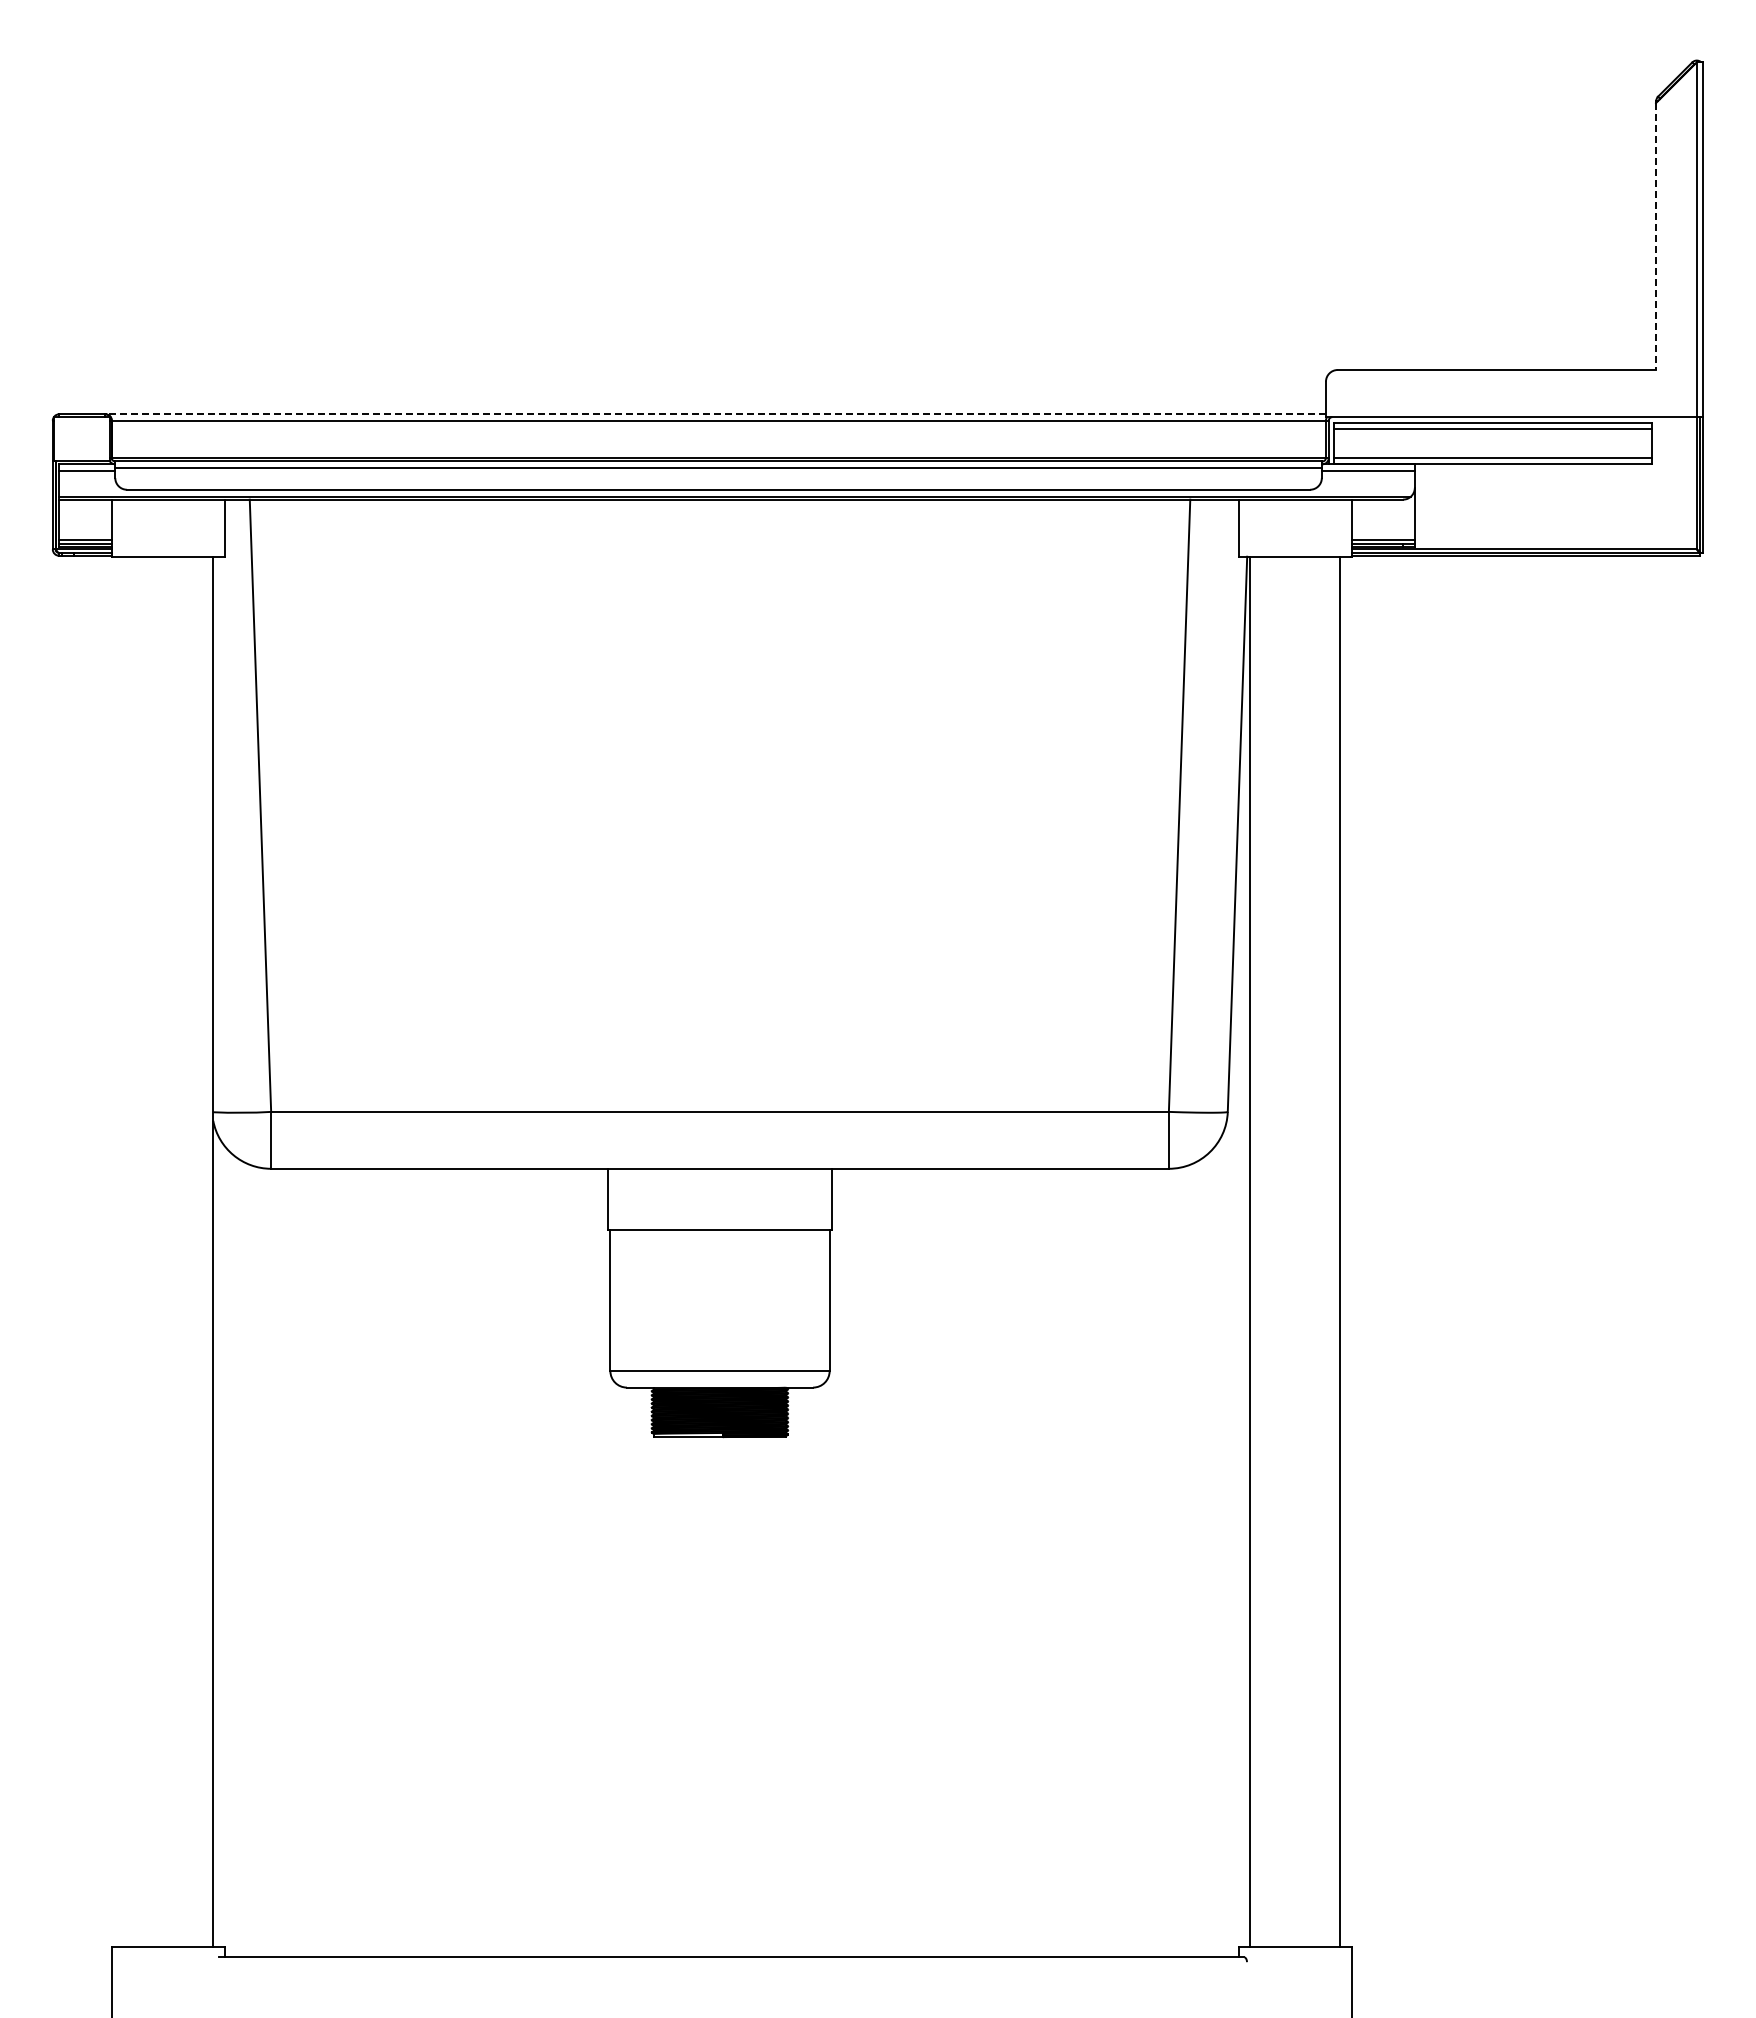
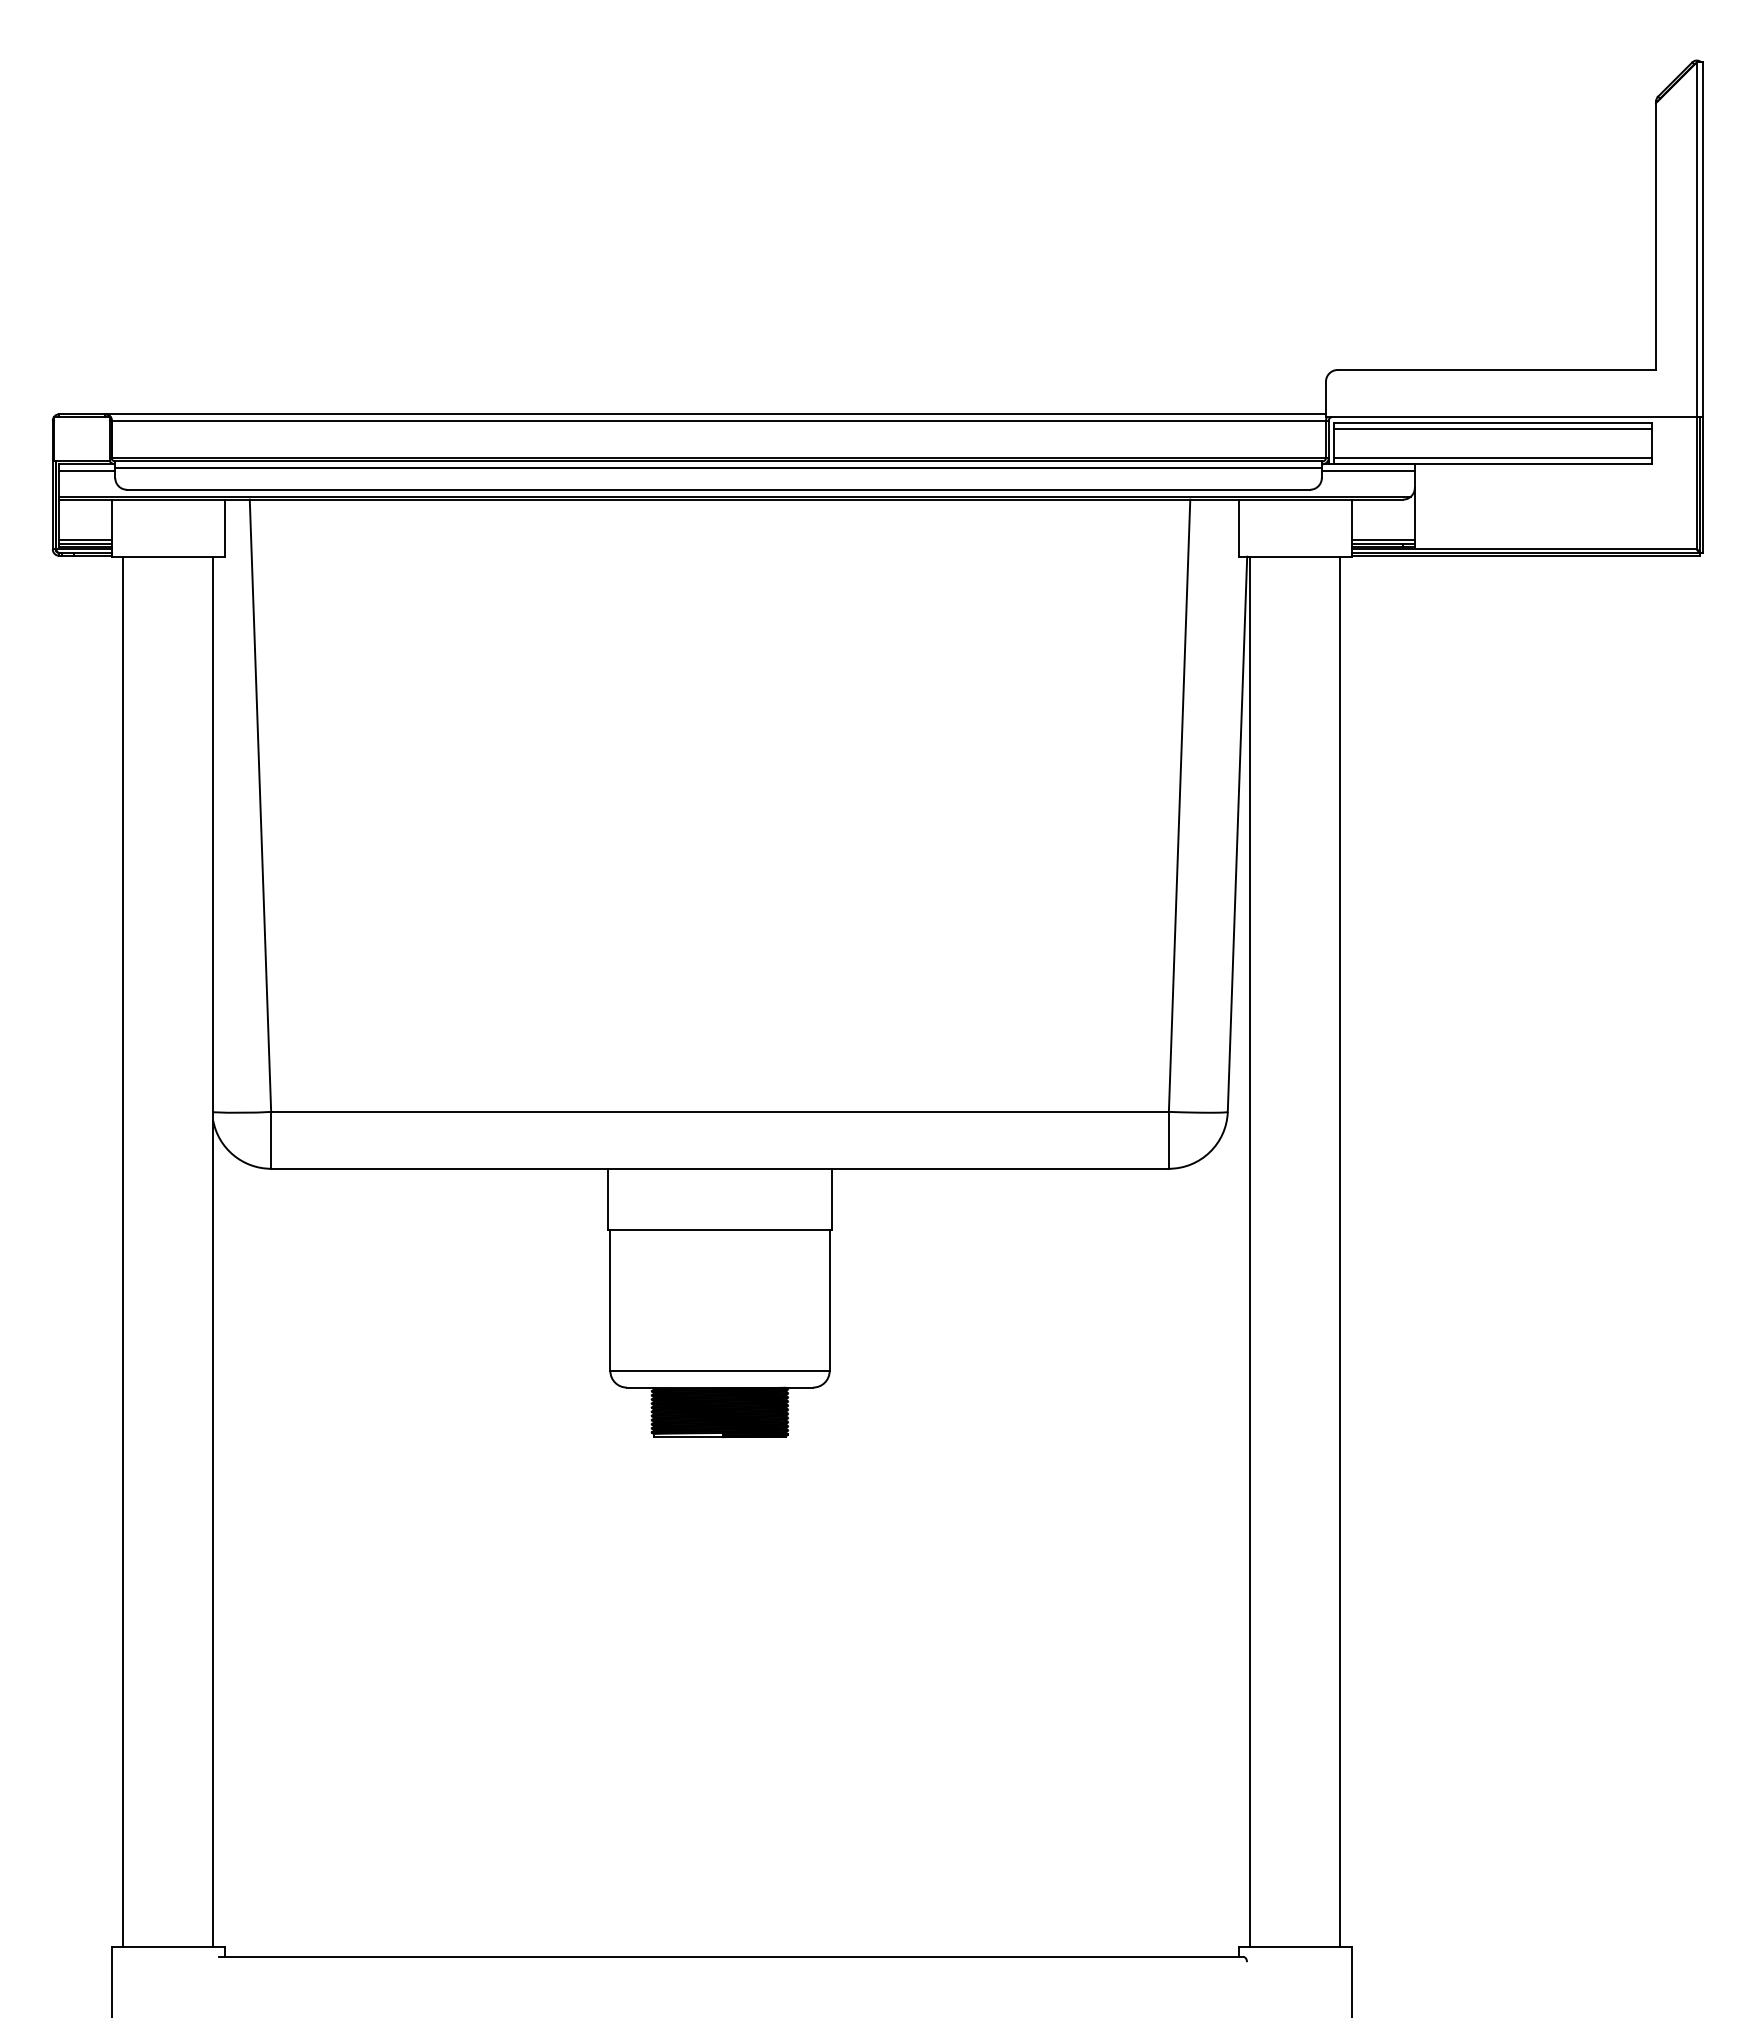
line at (1656, 237): dashed -> solid
line at (715, 414): dashed -> solid
line at (123, 1251): none -> present
